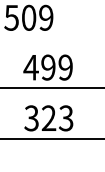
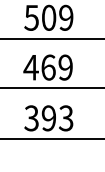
text at (28, 17) position: (28, 17) -> (48, 17)
line at (51, 38): none -> present
text at (48, 67): 499 -> 469
text at (48, 118): 323 -> 393
